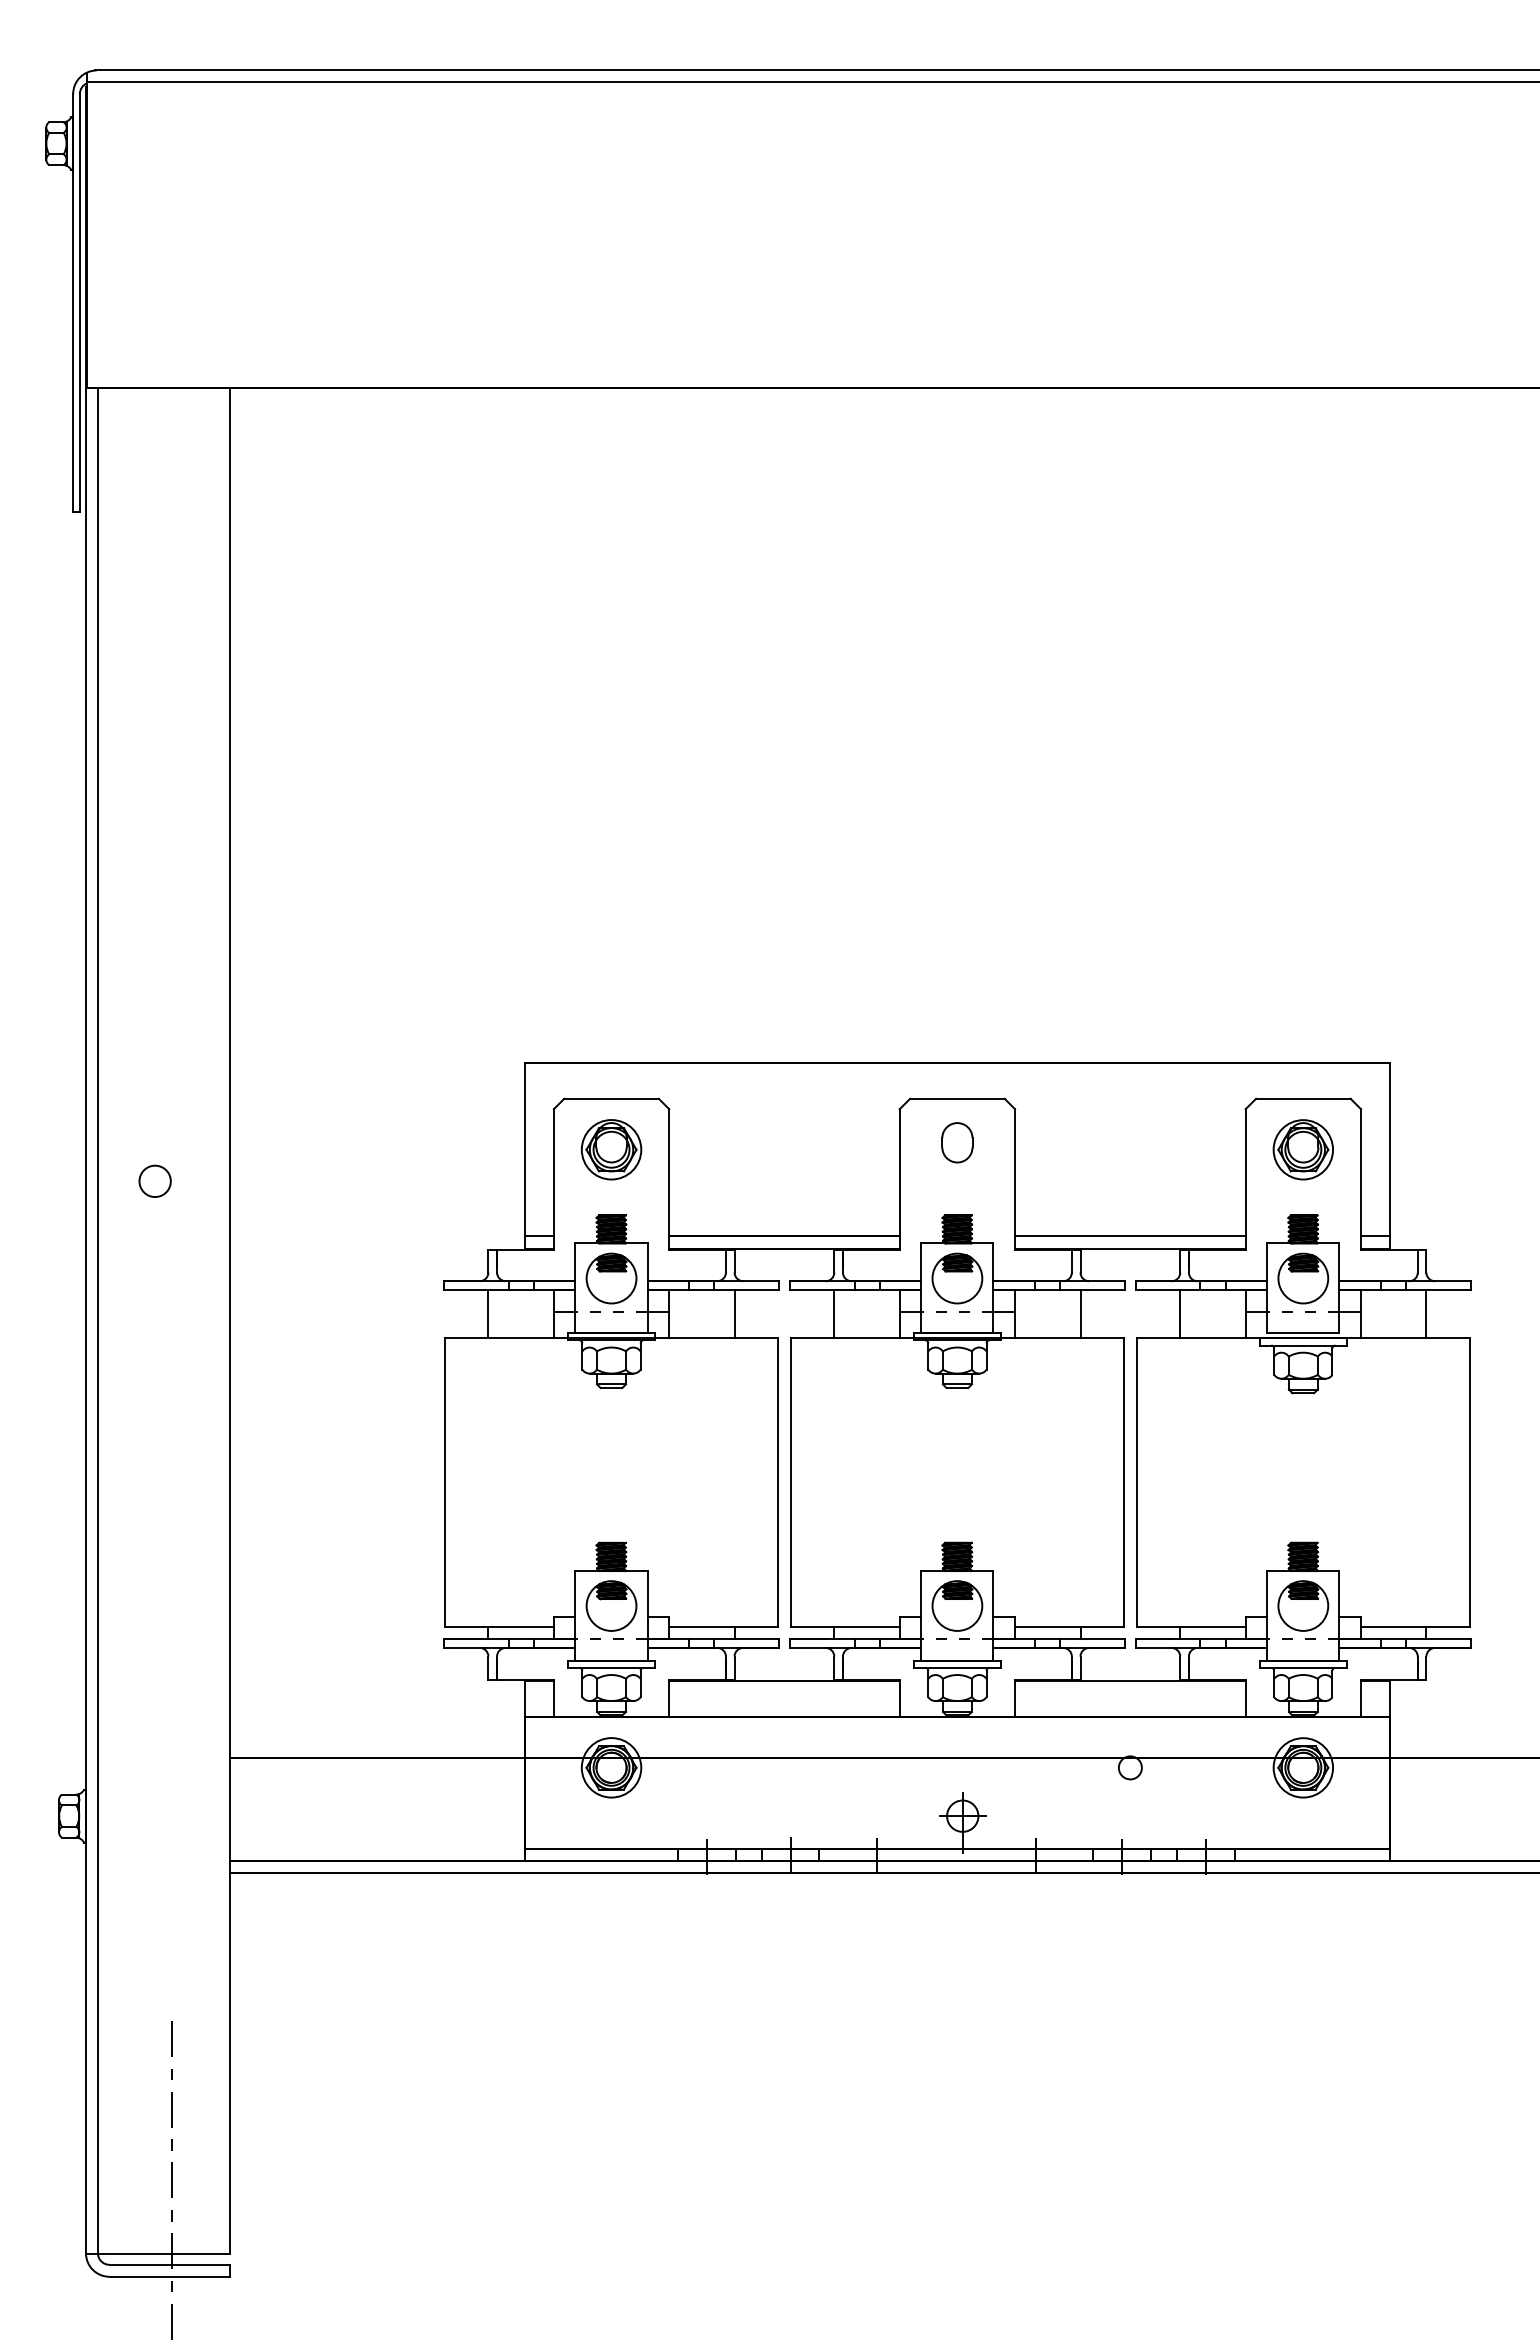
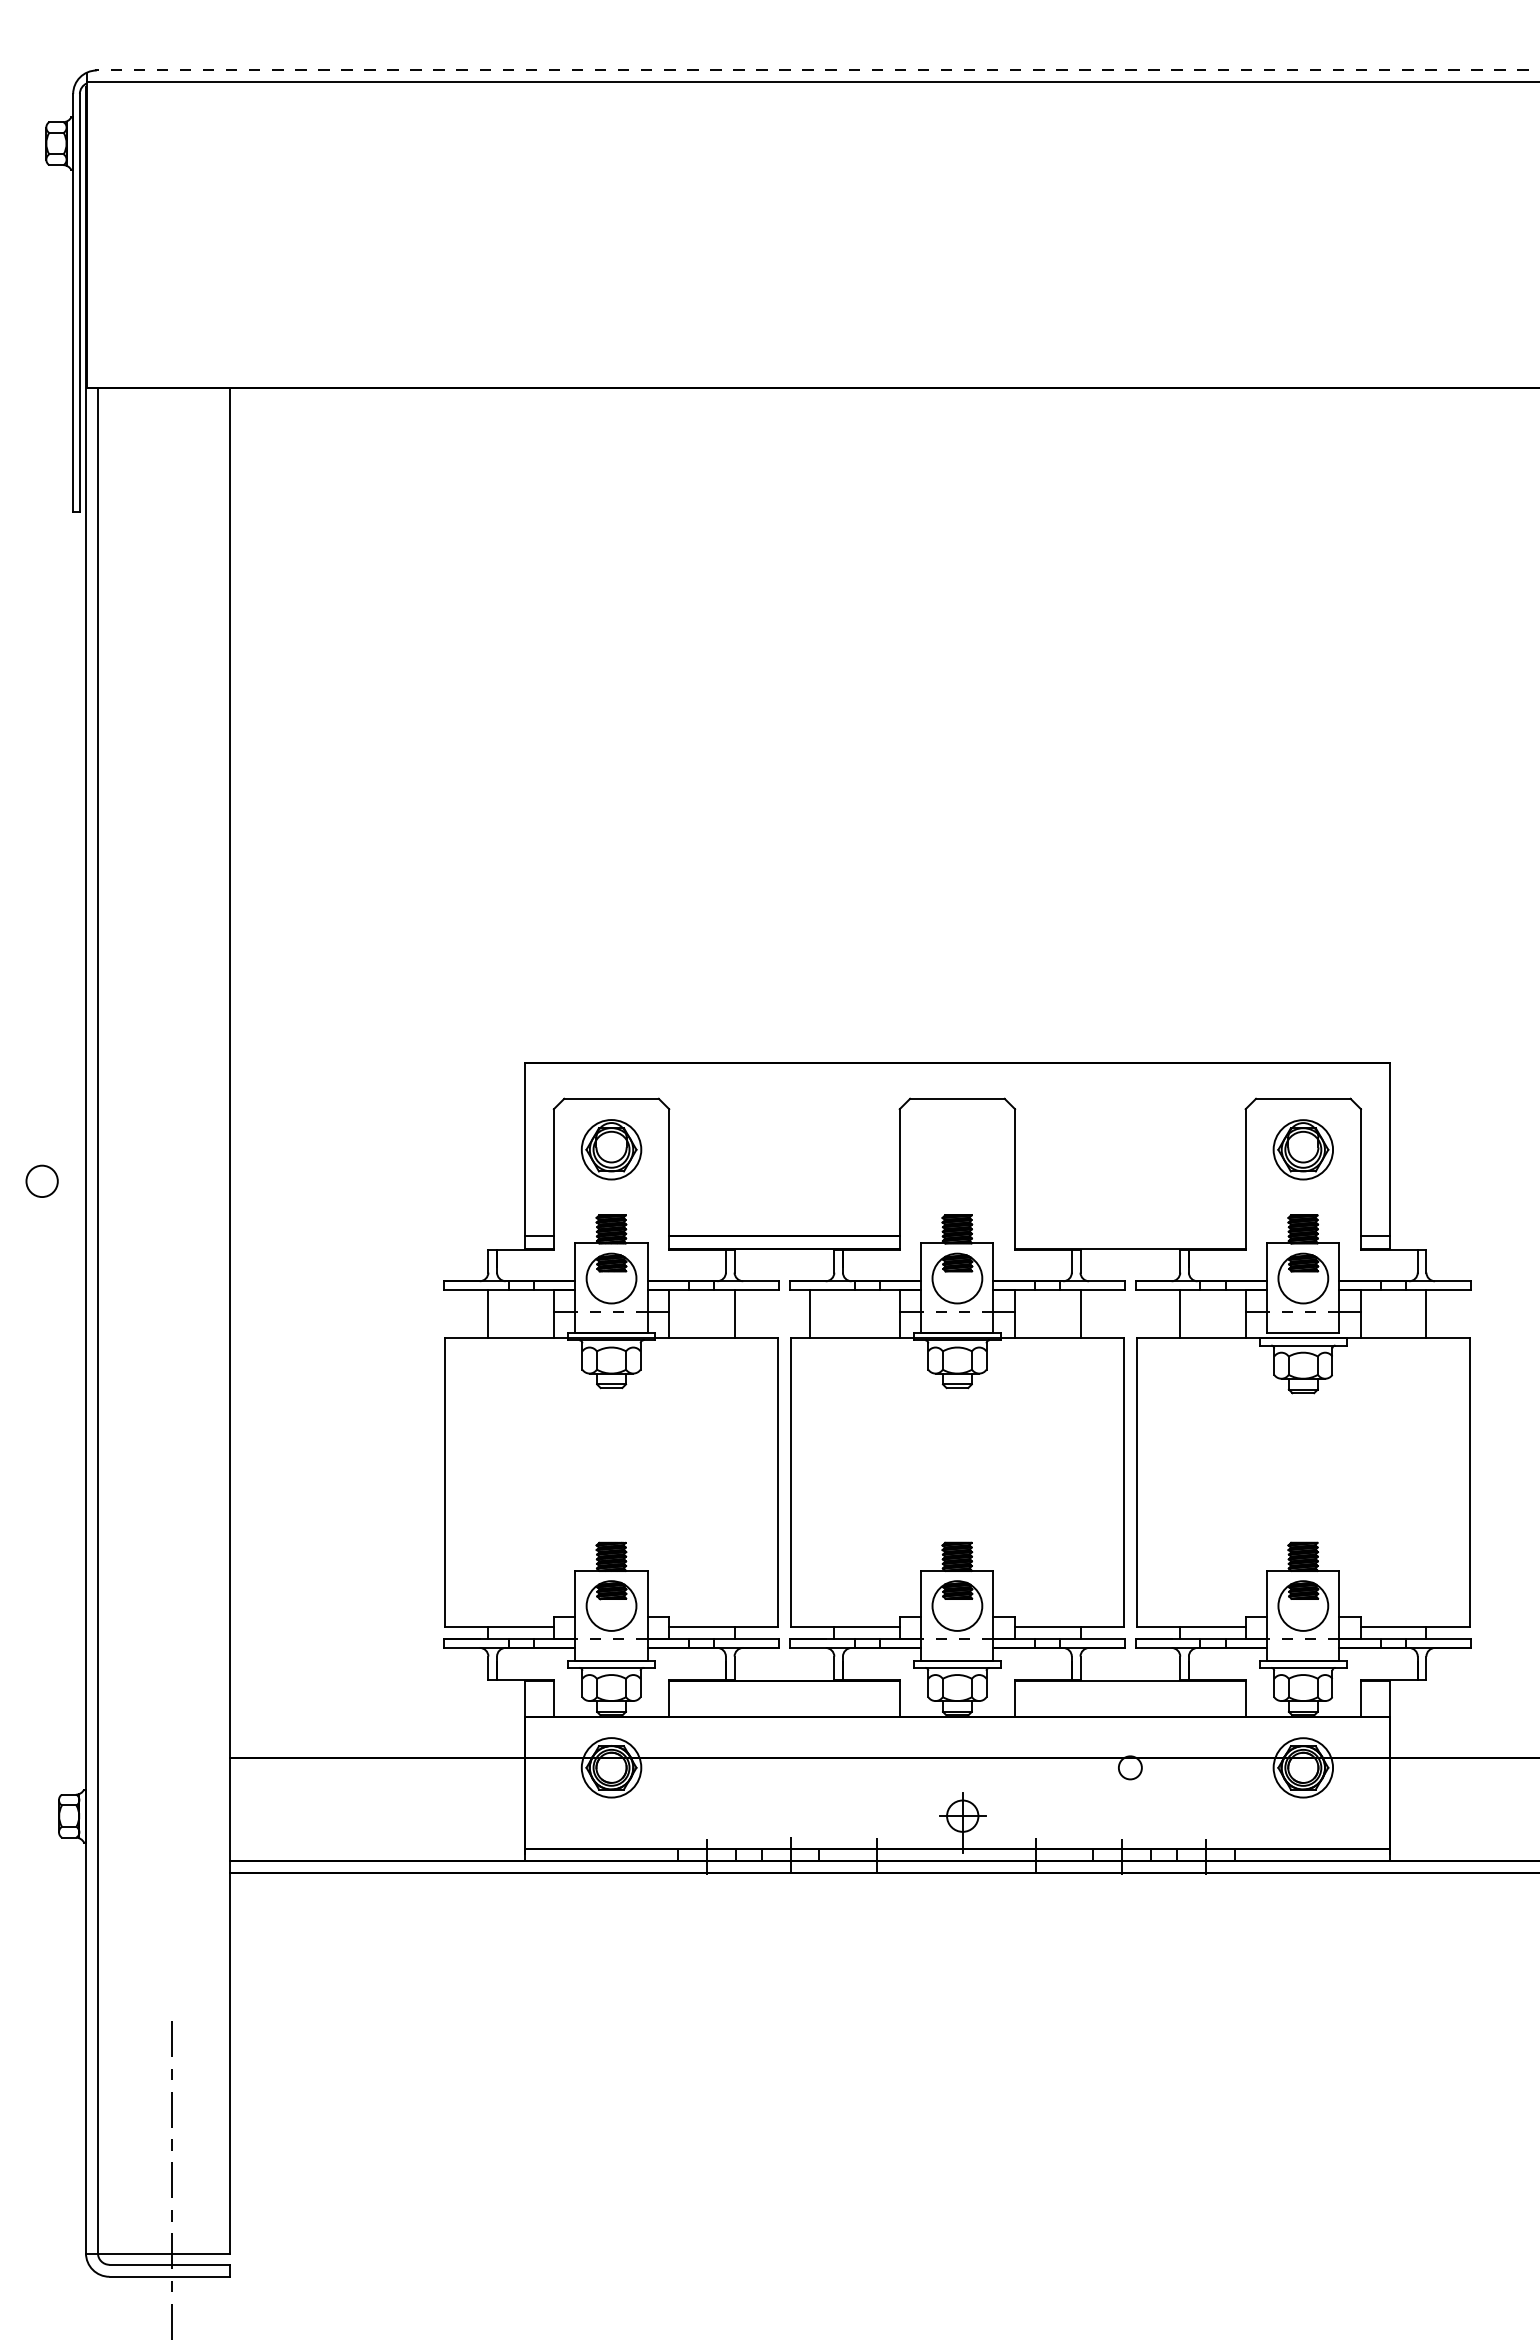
line at (816, 70): solid -> dashed
part at (957, 1142): present -> none
circle at (154, 1180) position: (154, 1180) -> (41, 1180)
line at (1130, 1236): present -> none
line at (834, 1313) position: (834, 1313) -> (810, 1313)
